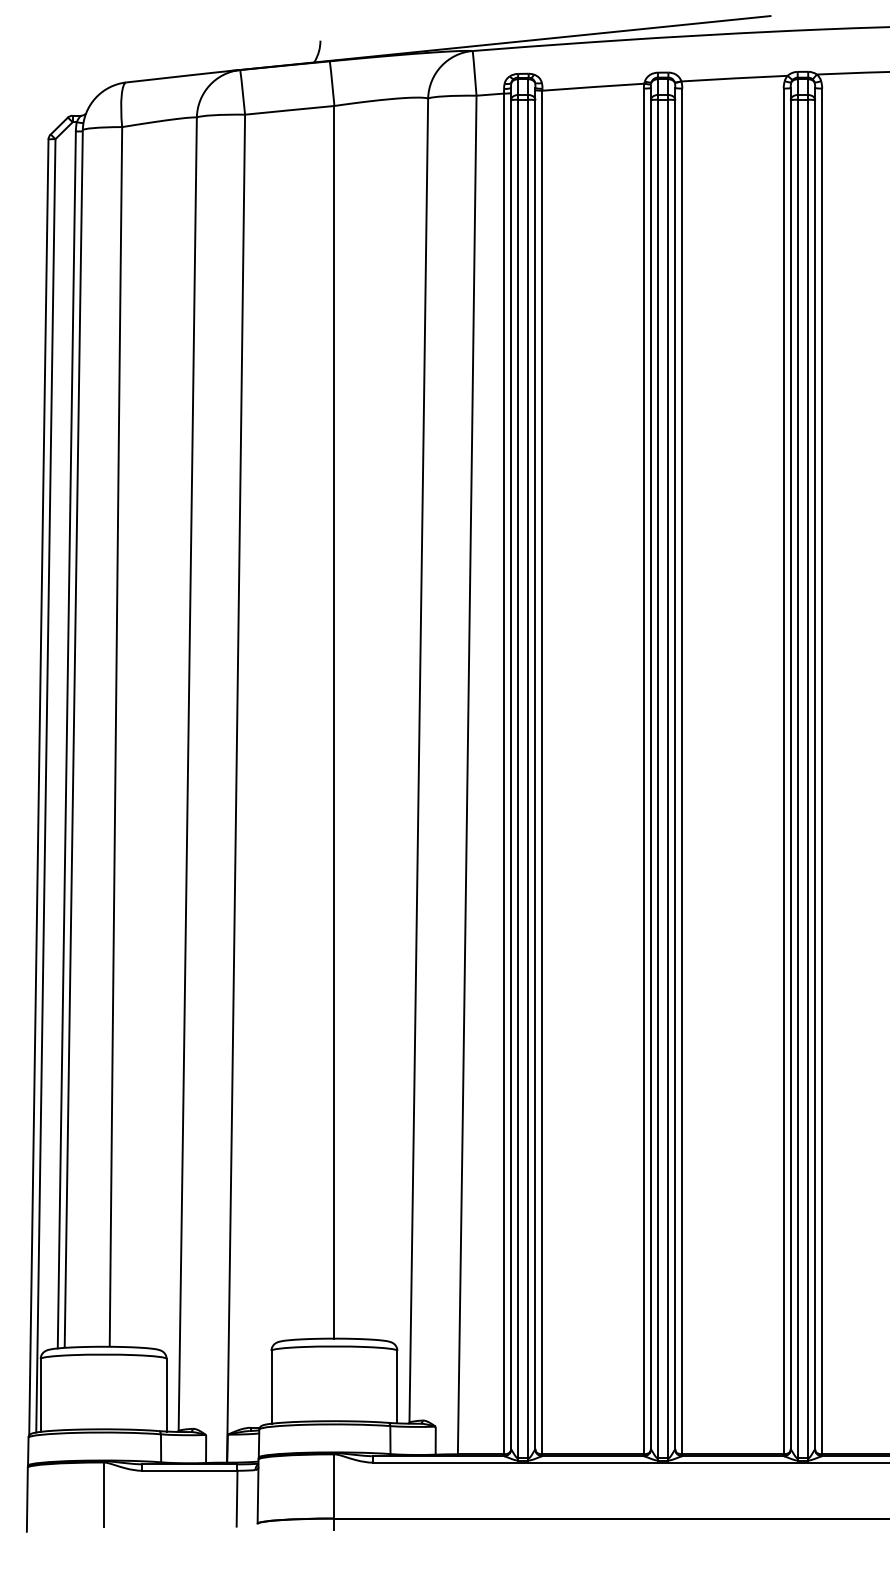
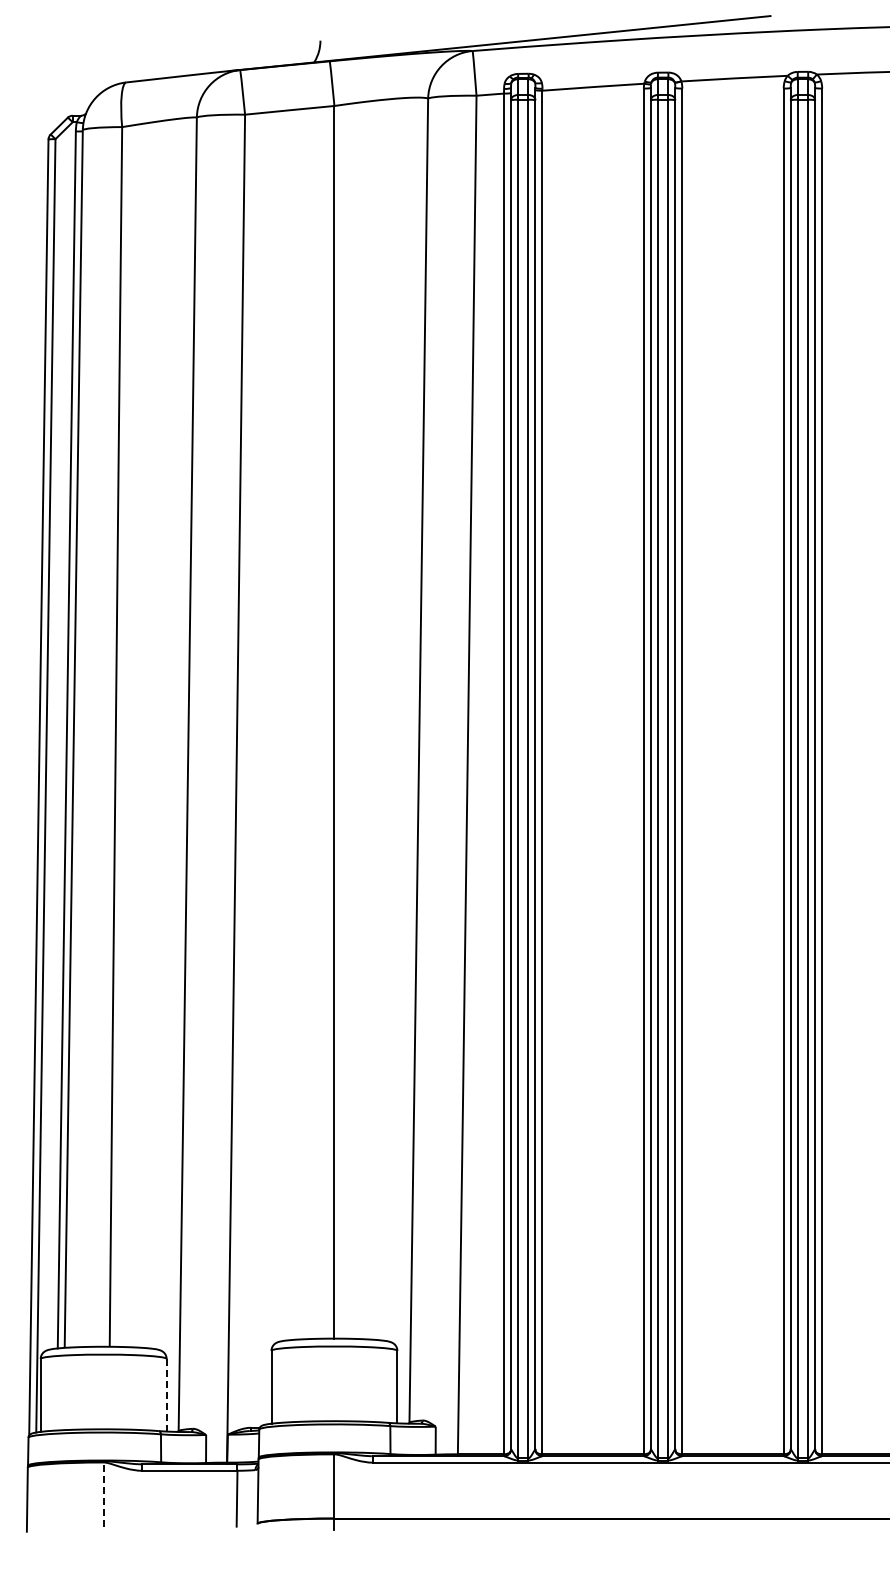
line at (166, 1395): solid -> dashed
line at (103, 1494): solid -> dashed
